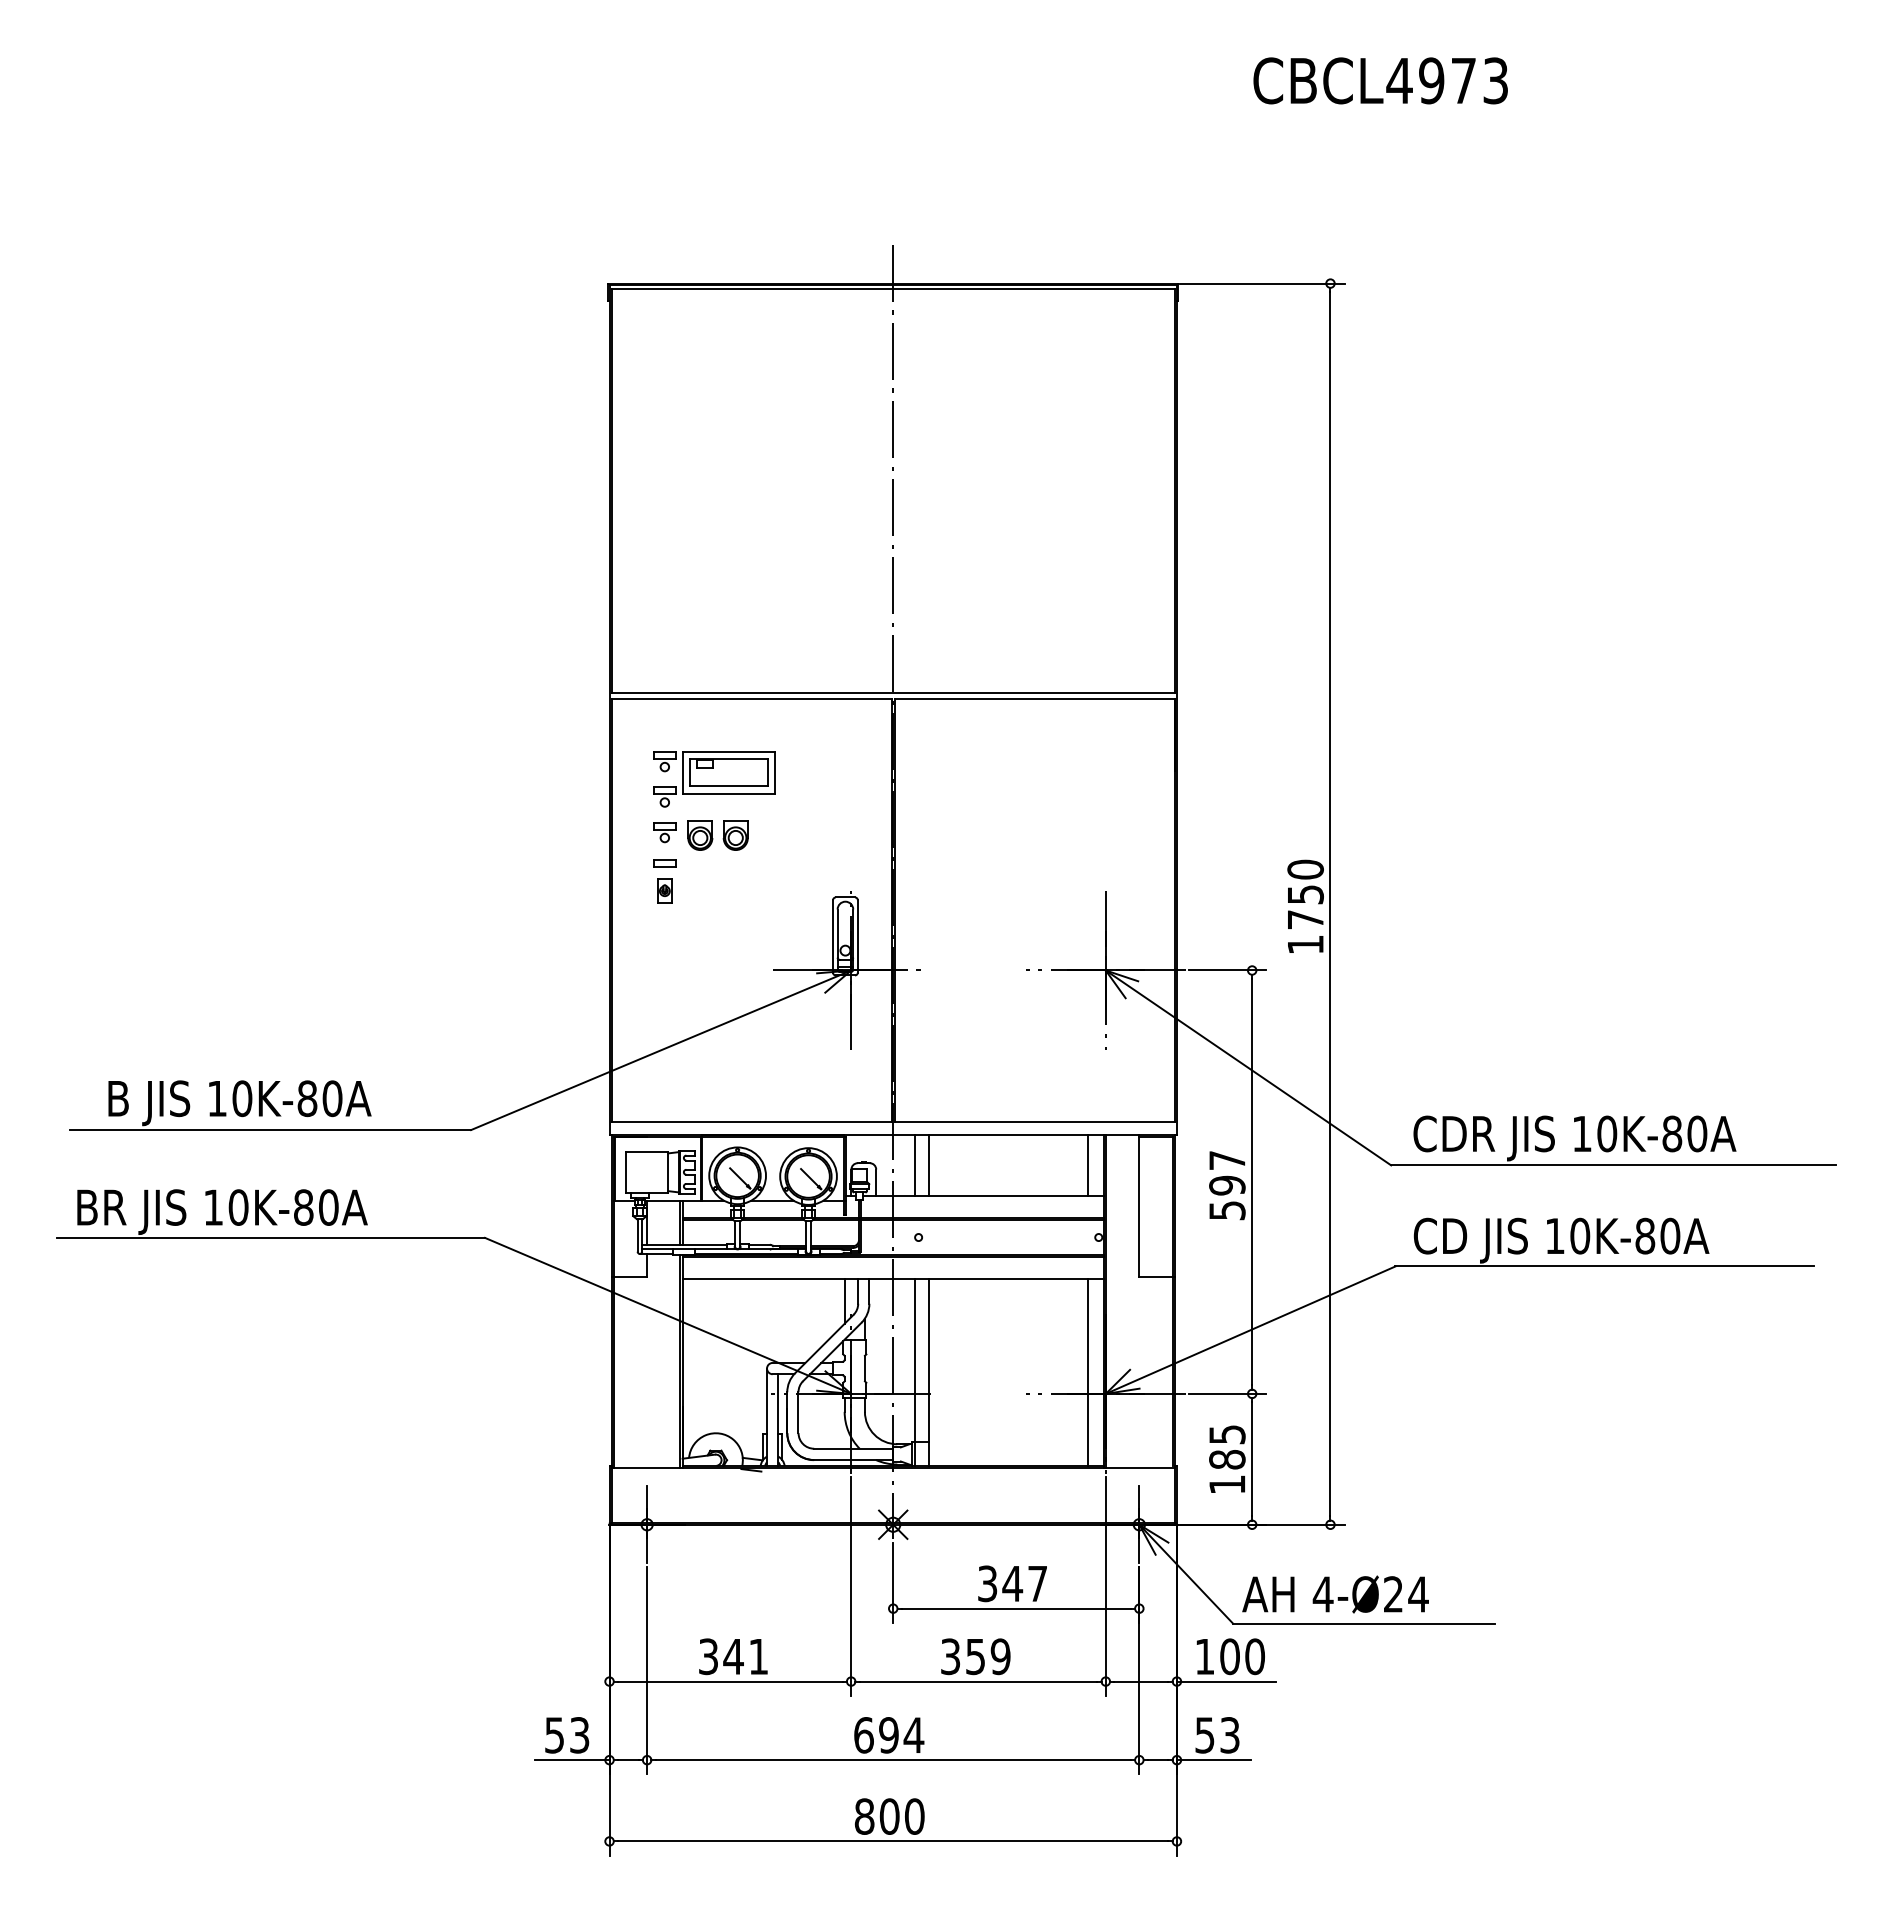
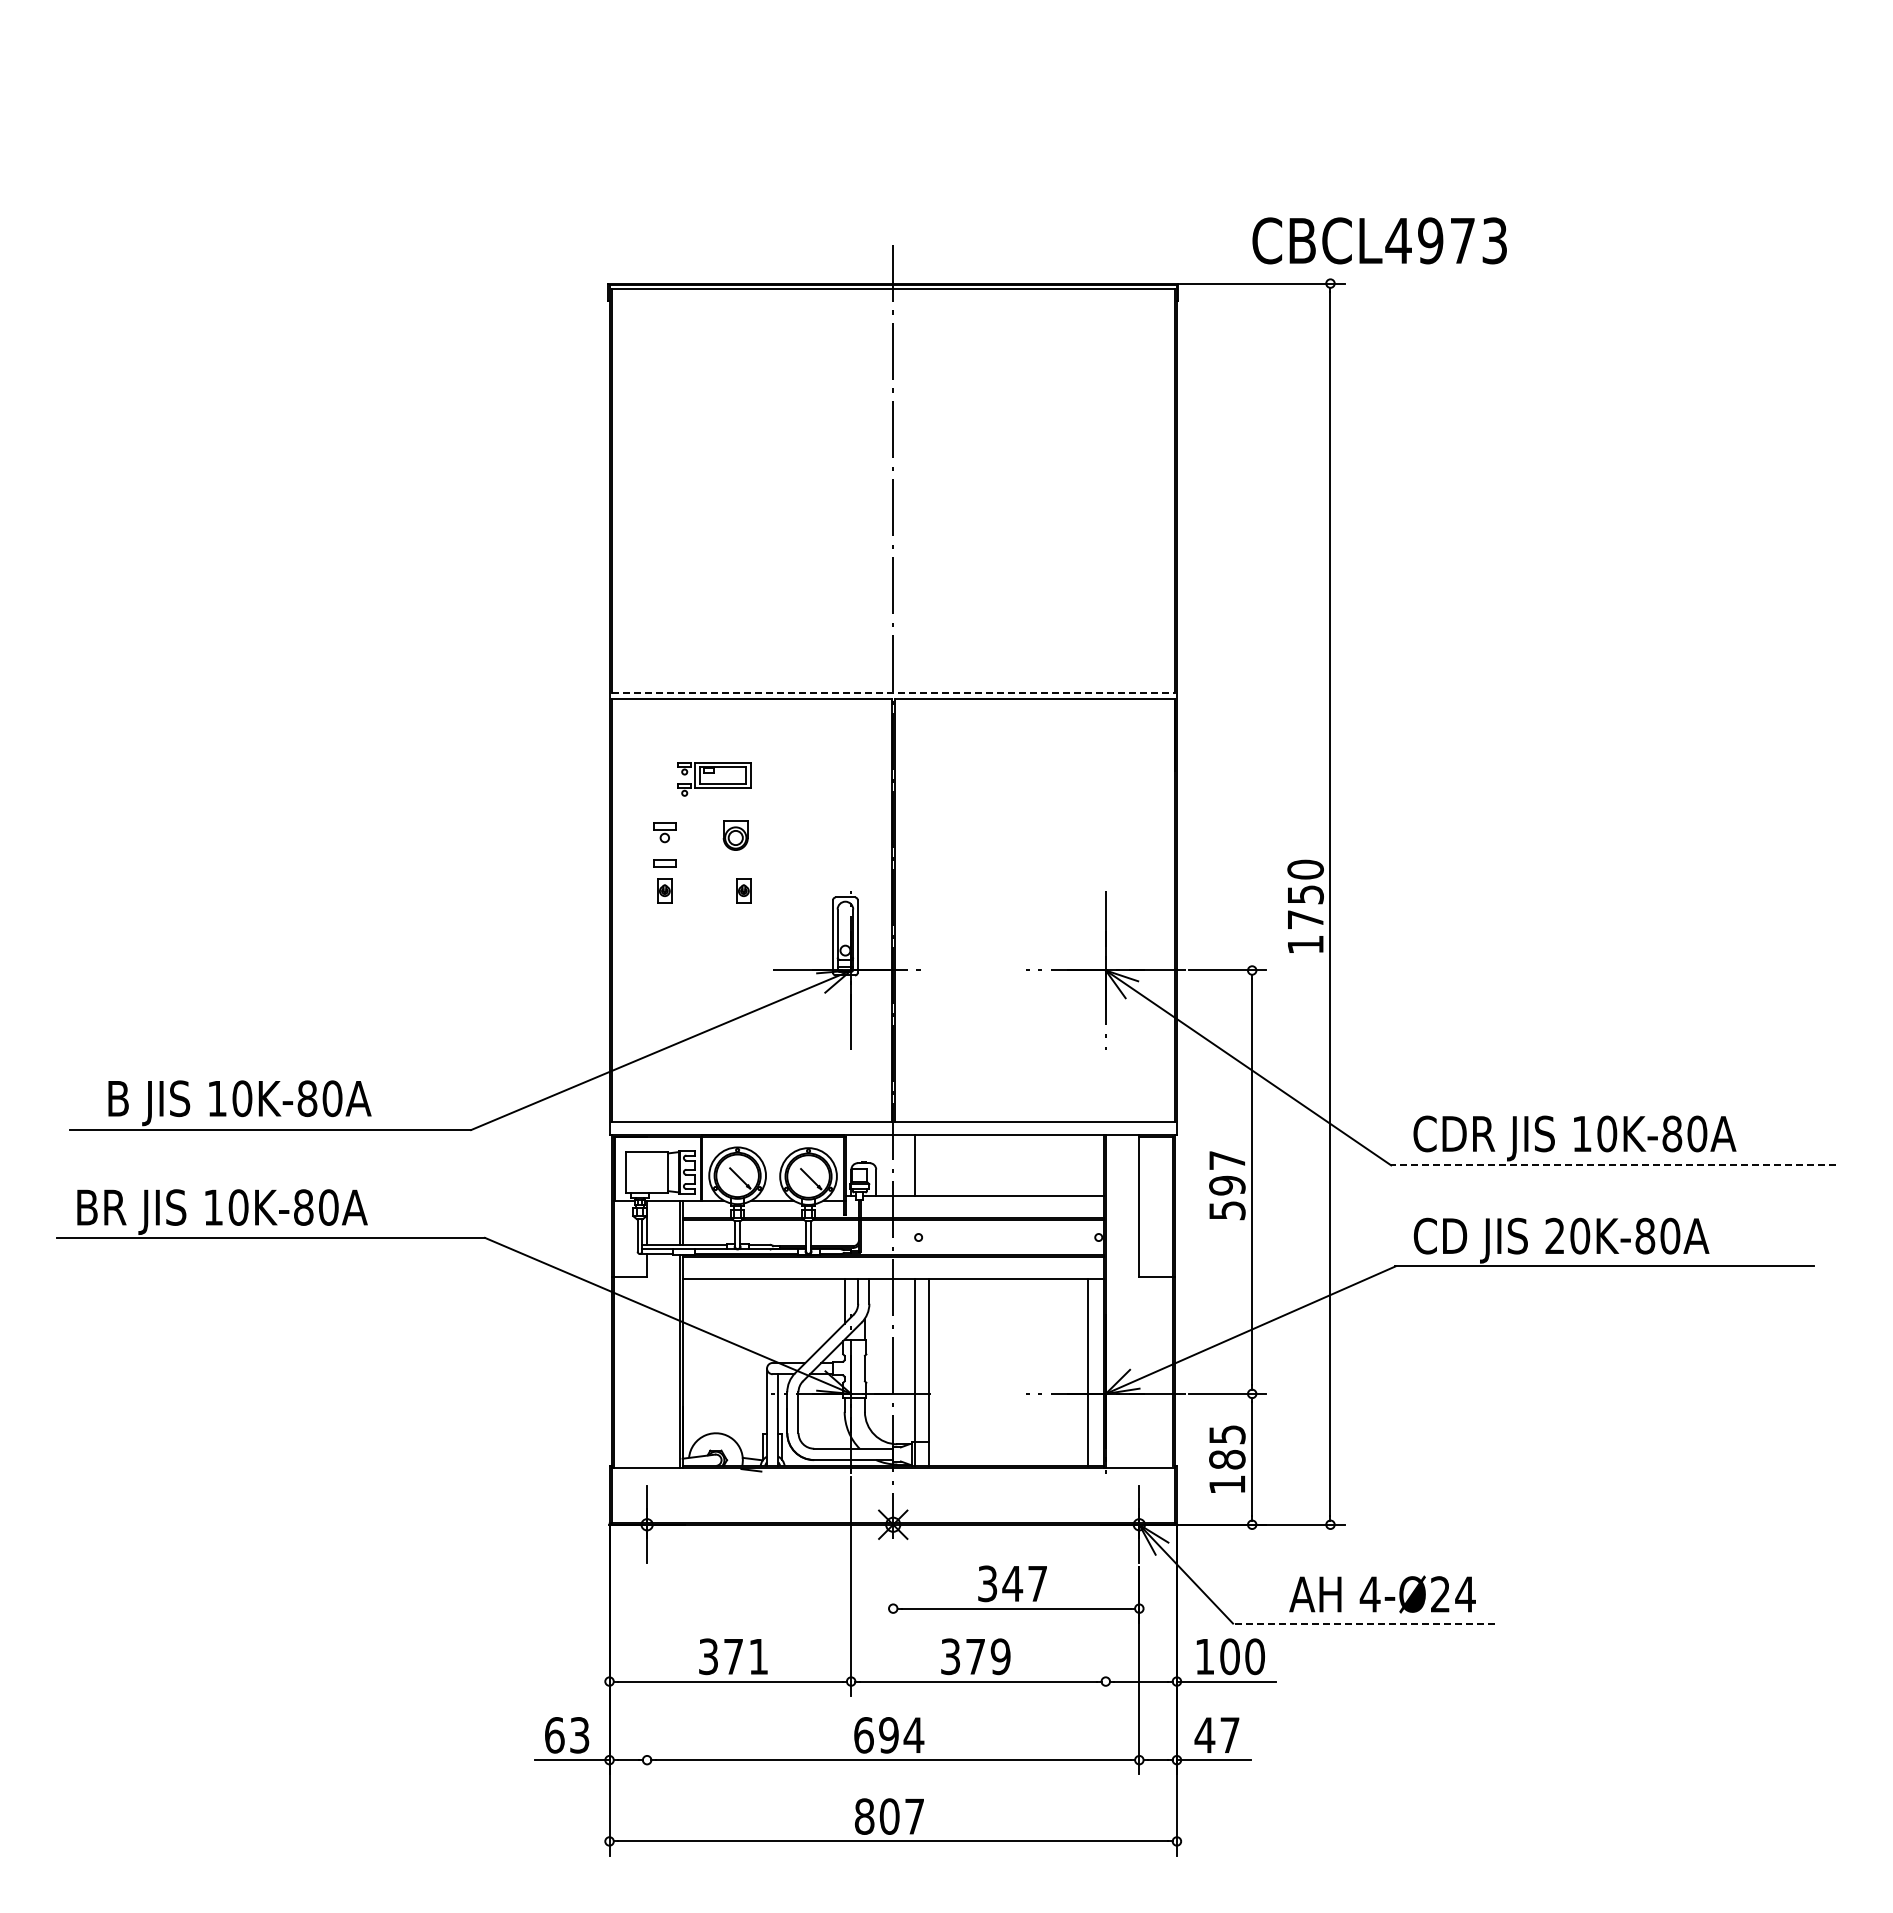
text at (1380, 80) position: (1380, 80) -> (1379, 240)
line at (893, 693): solid -> dashed
part at (714, 779) size: 123x57 px -> 75x35 px
part at (700, 835): present -> none
part at (743, 890): none -> present
line at (929, 1165): present -> none
line at (1088, 1165): present -> none
line at (1613, 1165): solid -> dashed
text at (1554, 1235): 10K-80A -> 20K-80A
line at (893, 1582): present -> none
line at (1105, 1586): present -> none
text at (1335, 1594) position: (1335, 1594) -> (1382, 1594)
line at (1364, 1623): solid -> dashed
text at (733, 1656): 341 -> 371
text at (975, 1657): 359 -> 379
line at (647, 1670): present -> none
text at (554, 1735): 53 -> 63
text at (1216, 1735): 53 -> 47
text at (914, 1816): 800 -> 807
